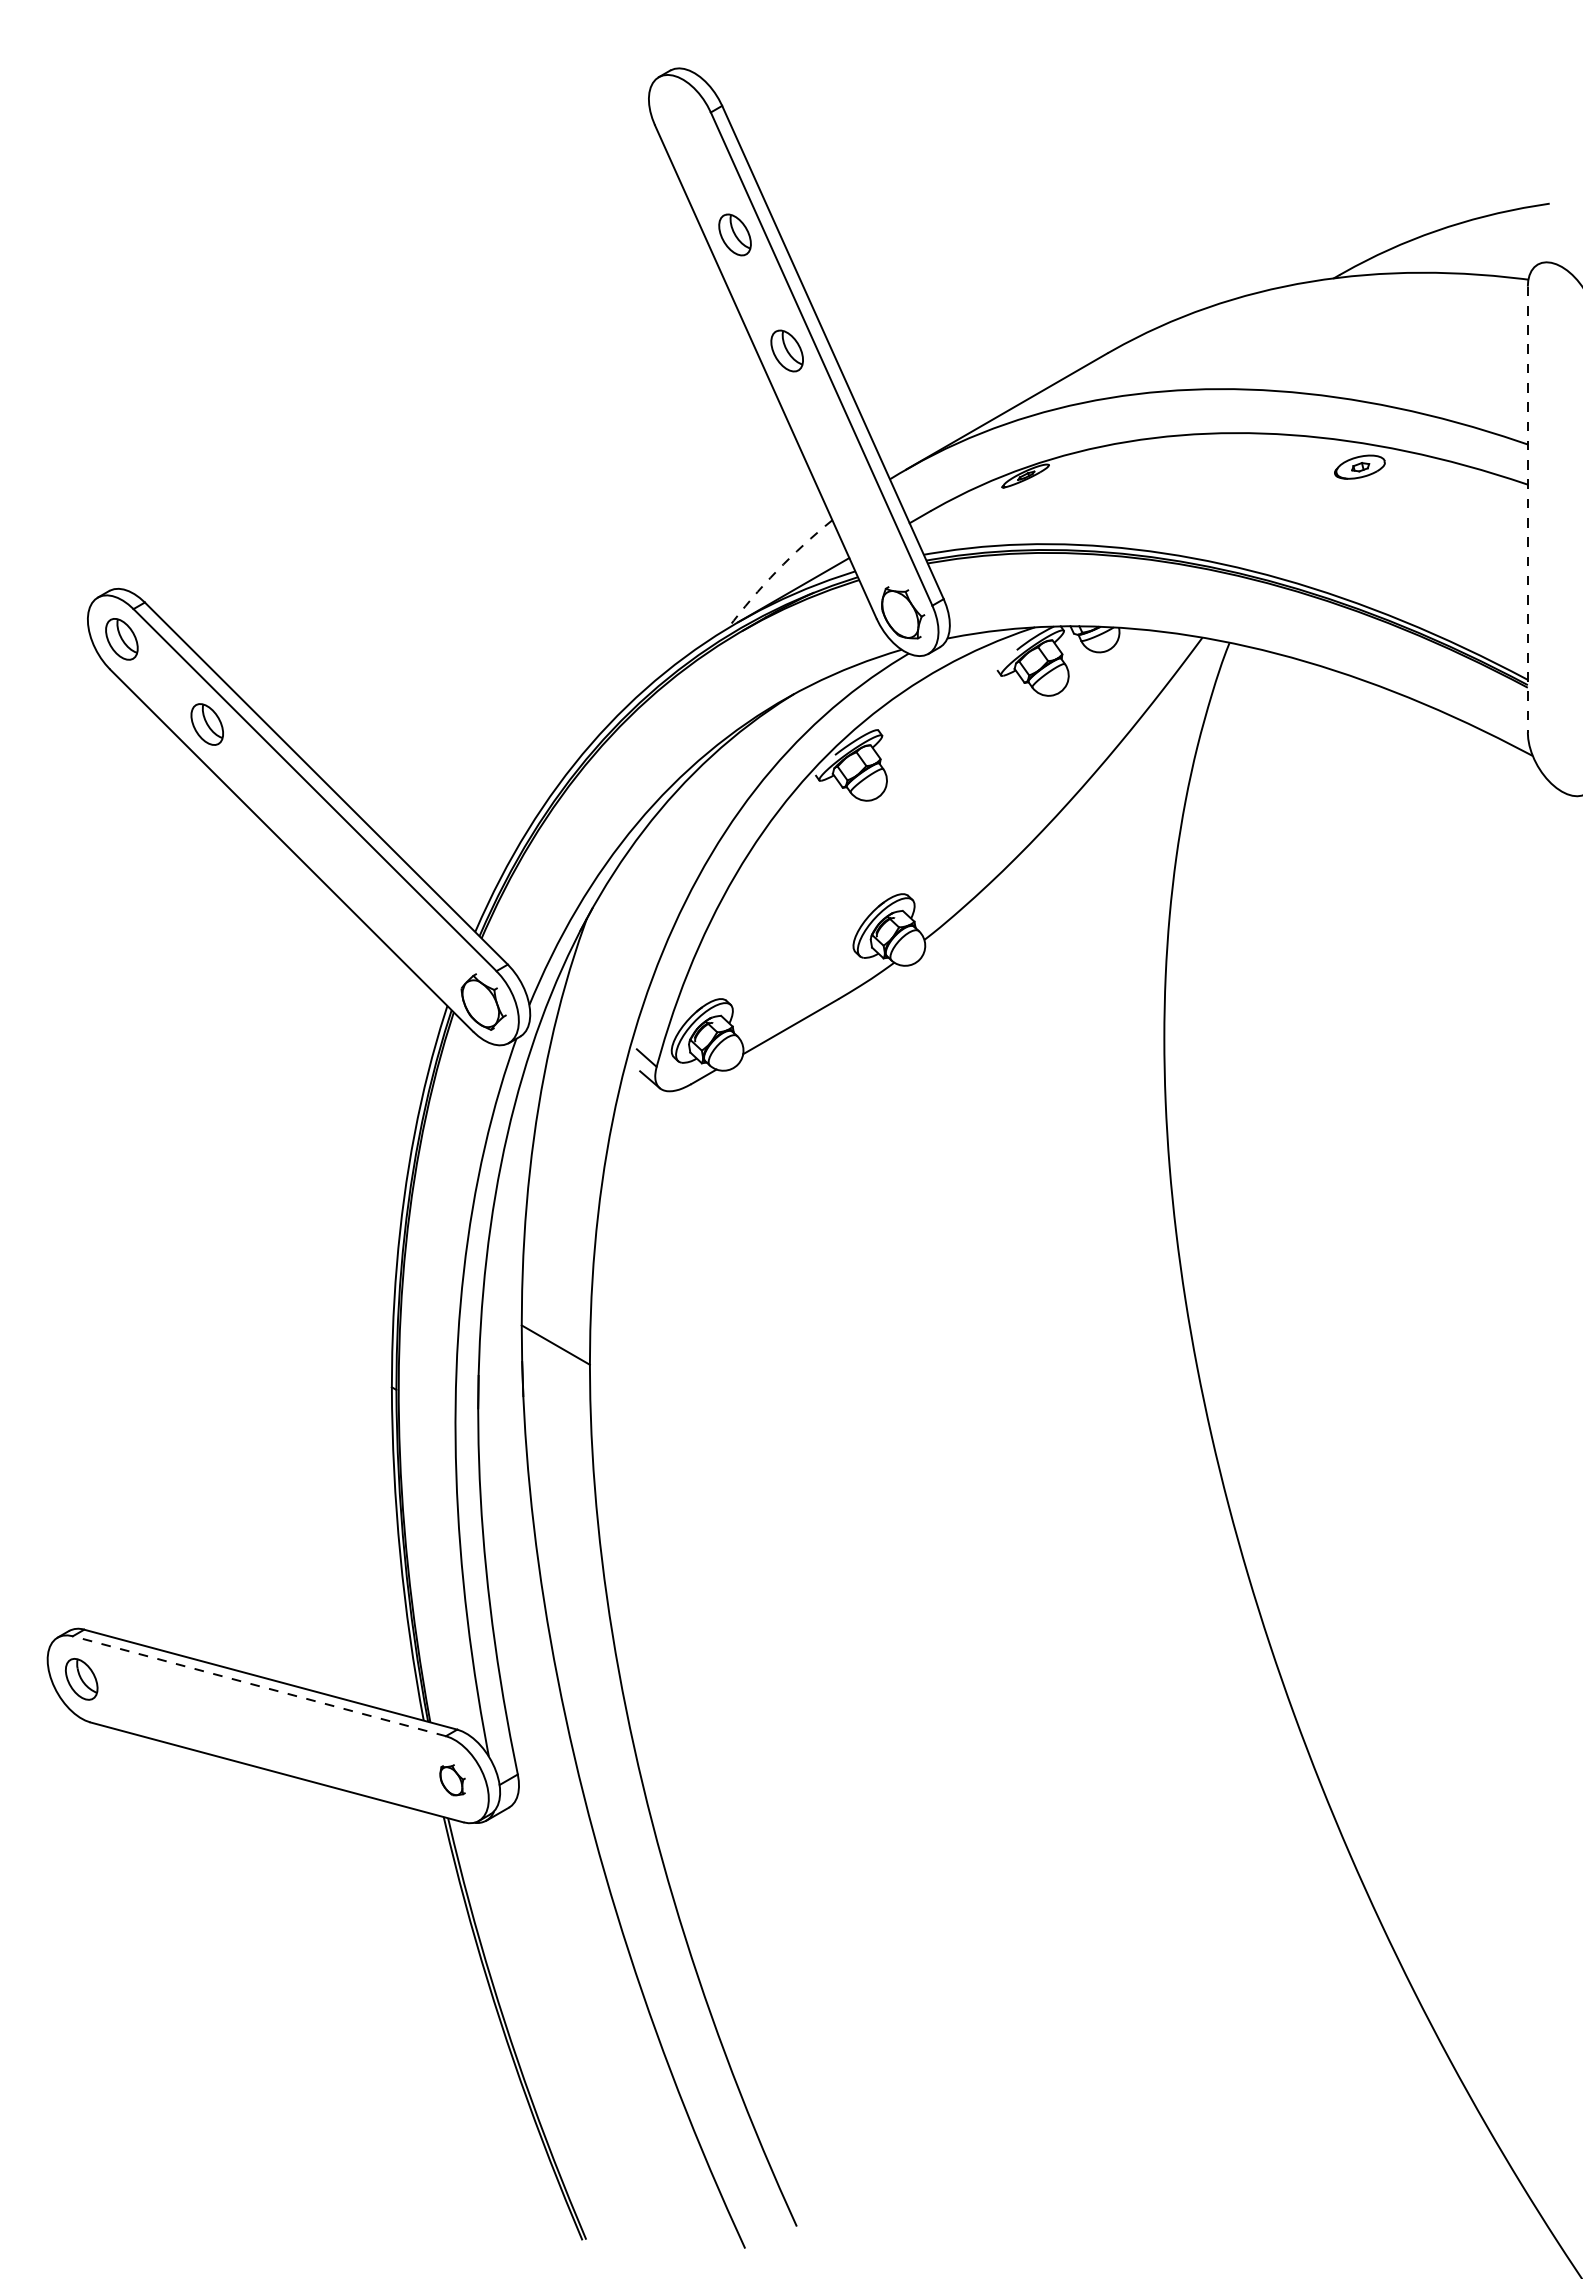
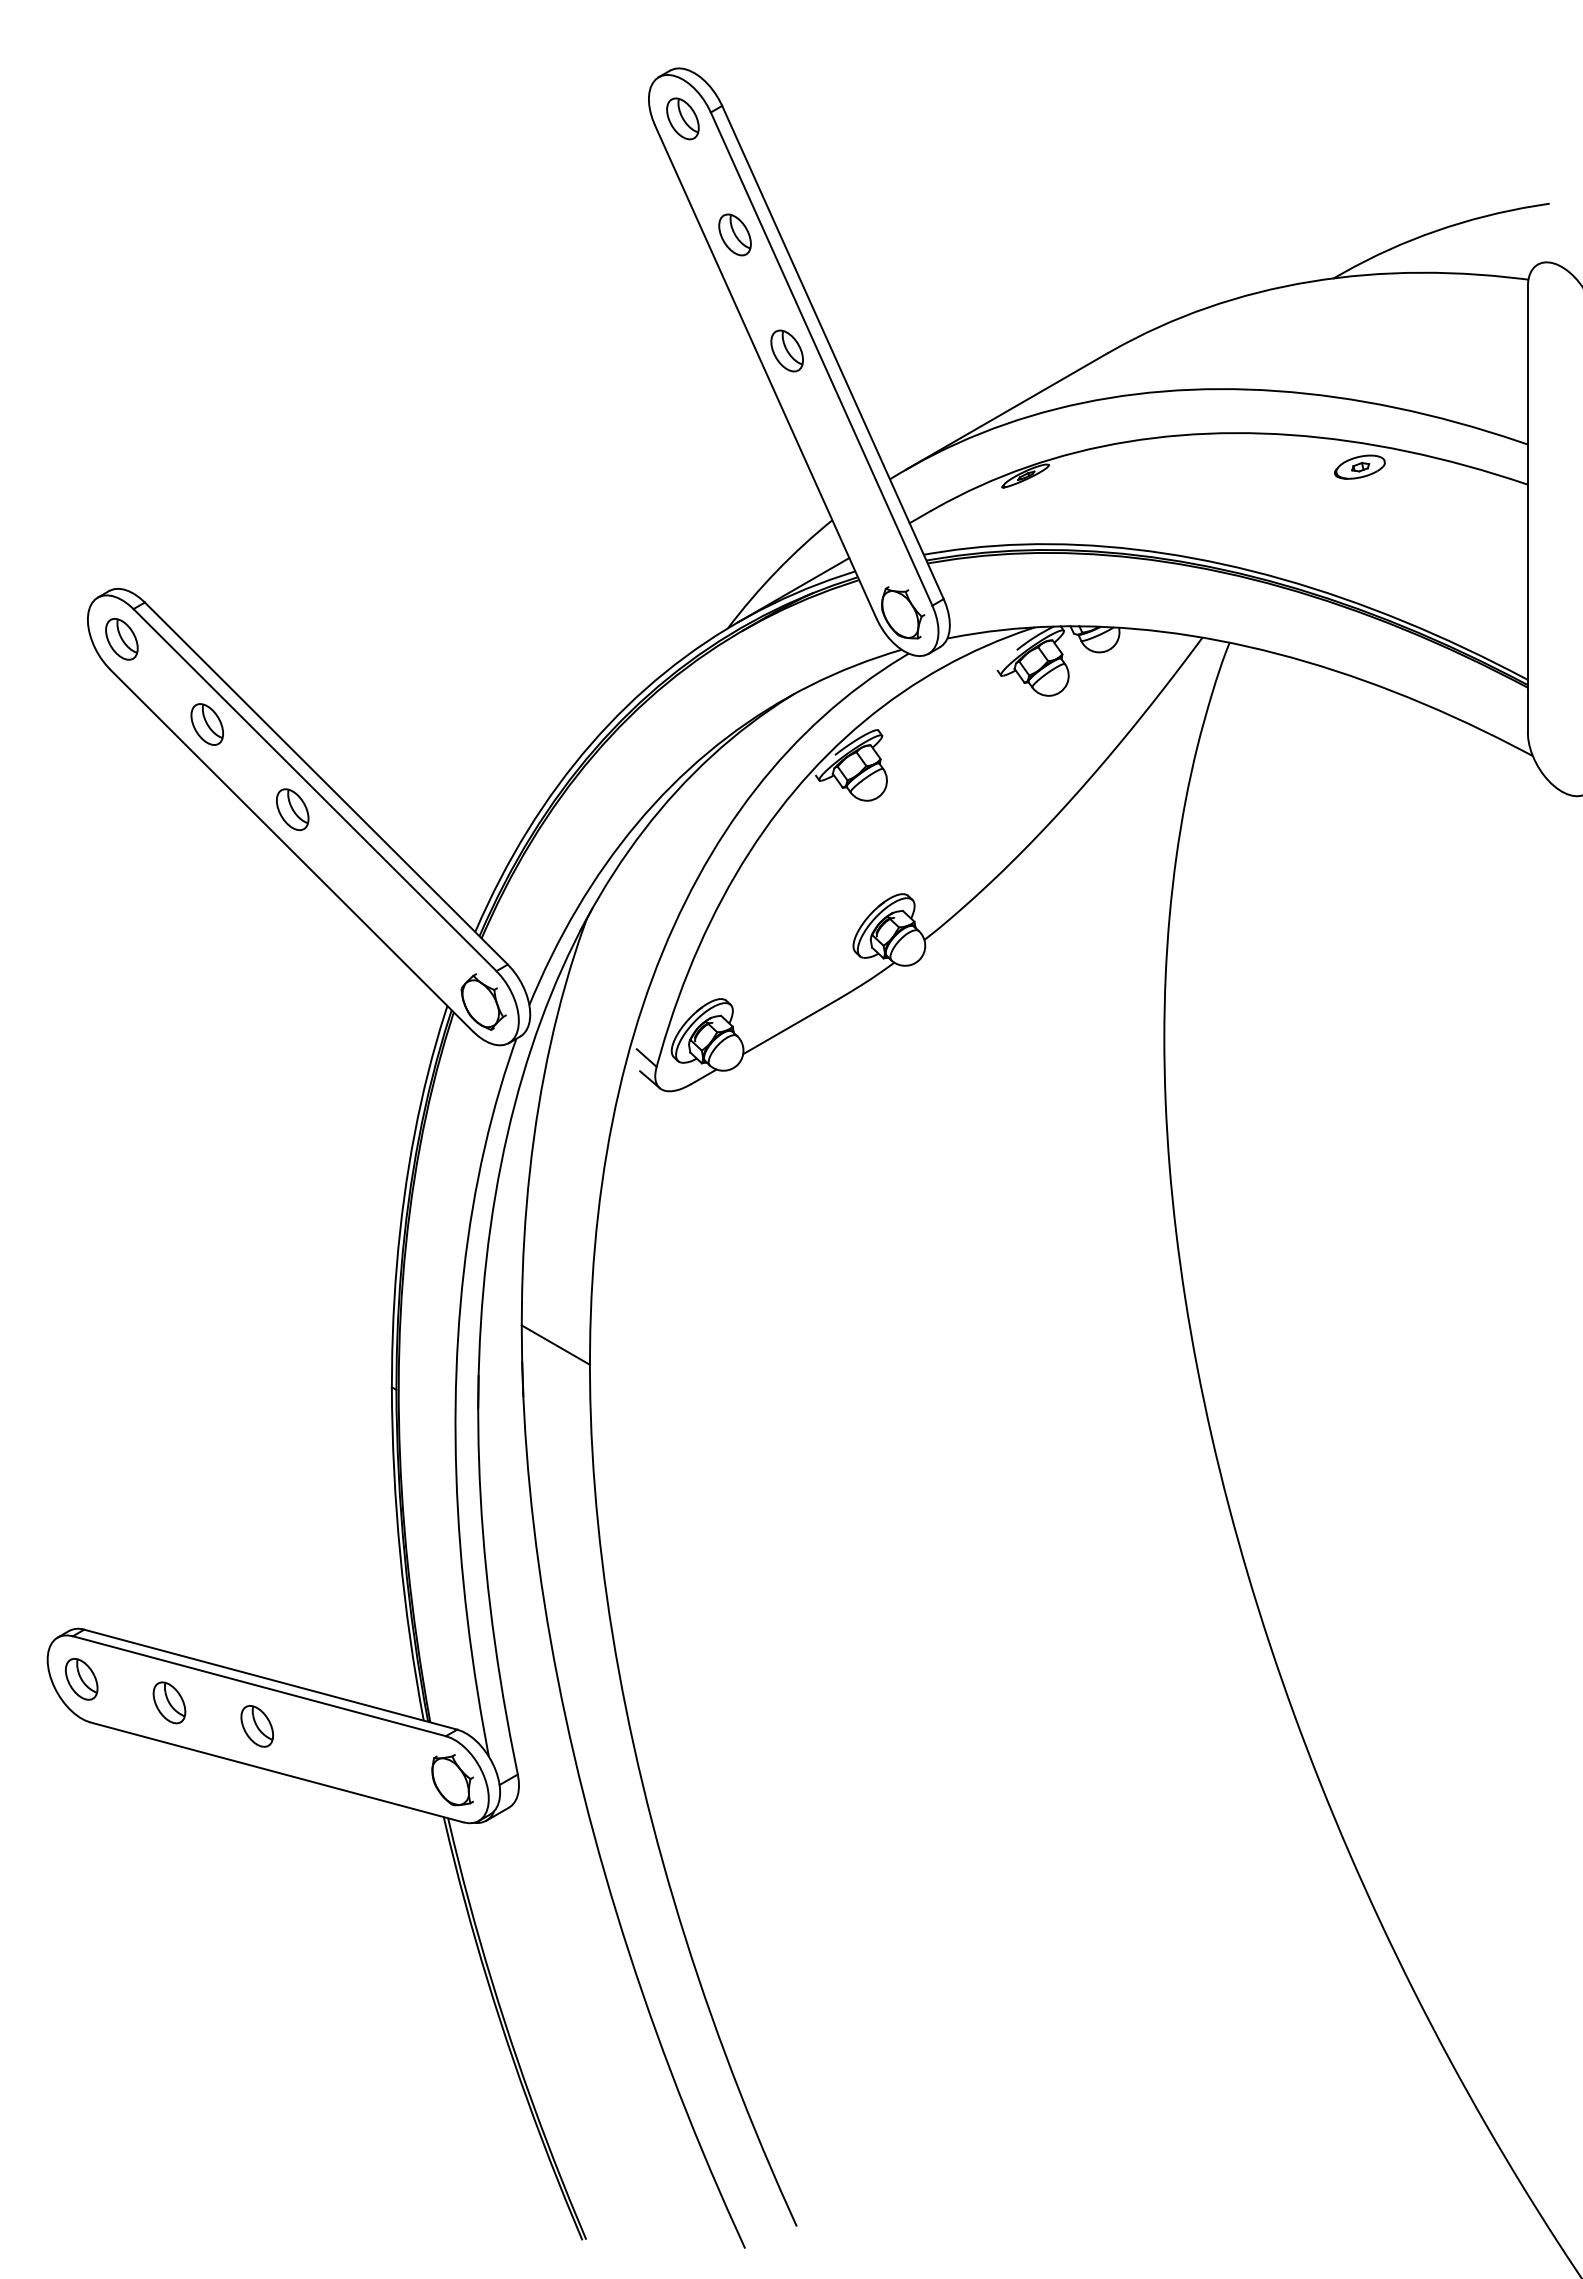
part at (682, 118): none -> present
line at (1527, 509): dashed -> solid
arc at (776, 571): dashed -> solid
part at (292, 809): none -> present
line at (258, 1686): dashed -> solid
part at (169, 1702): none -> present
part at (256, 1726): none -> present
part at (452, 1780) size: 27x33 px -> 43x53 px
